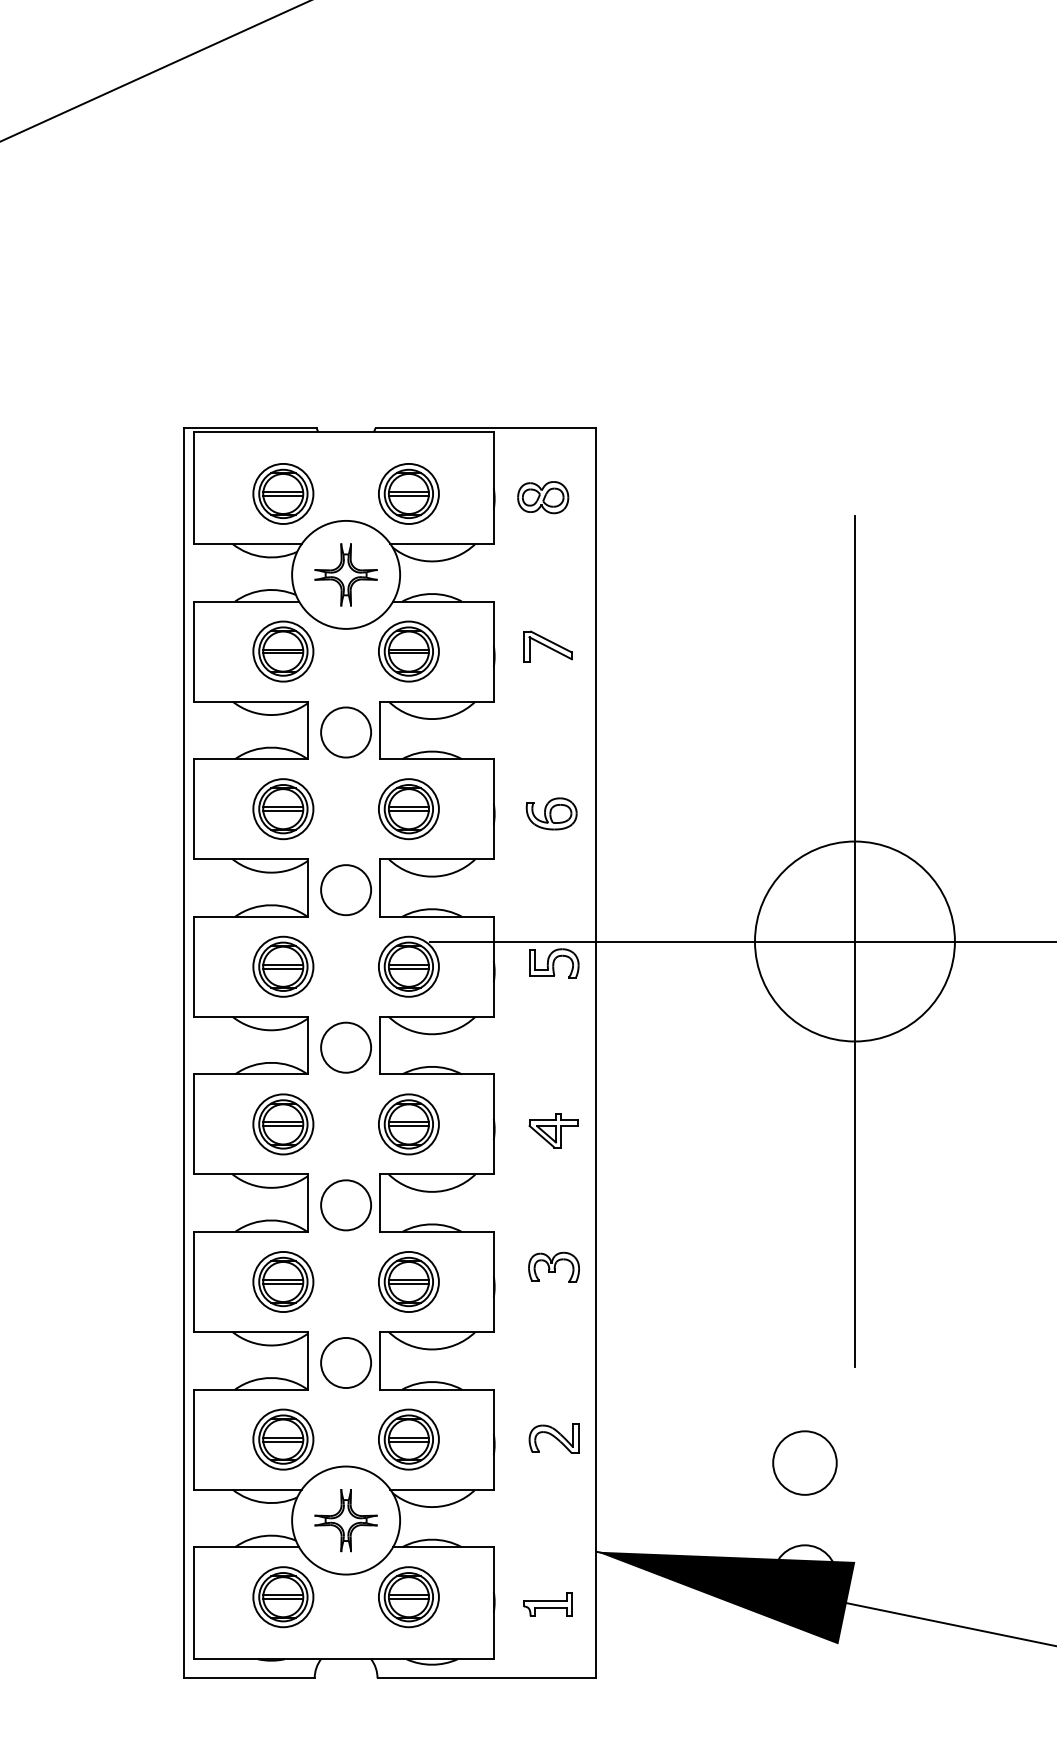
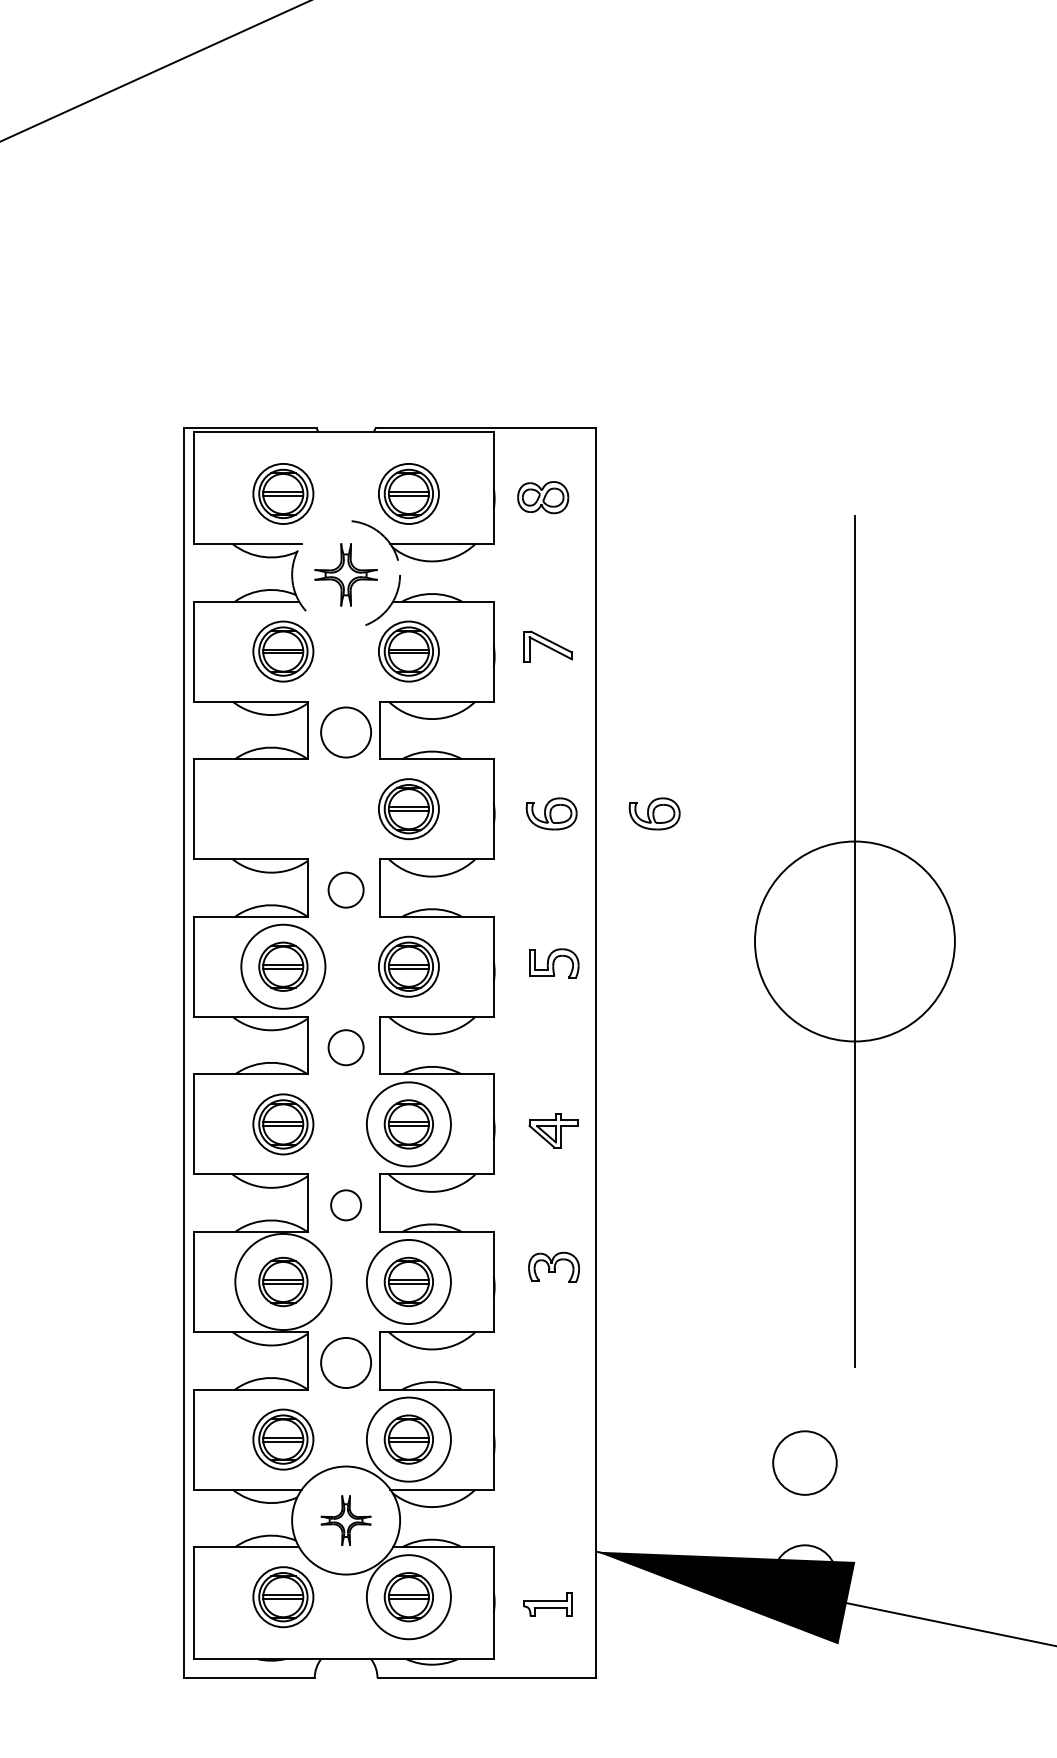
circle at (346, 574): solid -> dashed
part at (283, 809): present -> none
part at (654, 813): none -> present
circle at (346, 890) diameter: 50 px -> 35 px
line at (741, 941): present -> none
circle at (283, 966) diameter: 60 px -> 84 px
circle at (346, 1047) diameter: 50 px -> 35 px
circle at (408, 1124) diameter: 60 px -> 84 px
circle at (346, 1205) diameter: 50 px -> 30 px
circle at (283, 1281) diameter: 60 px -> 96 px
circle at (408, 1281) diameter: 60 px -> 84 px
part at (553, 1438): present -> none
circle at (408, 1439) diameter: 60 px -> 84 px
part at (345, 1520) size: 64x64 px -> 52x51 px
circle at (408, 1597) diameter: 60 px -> 84 px
